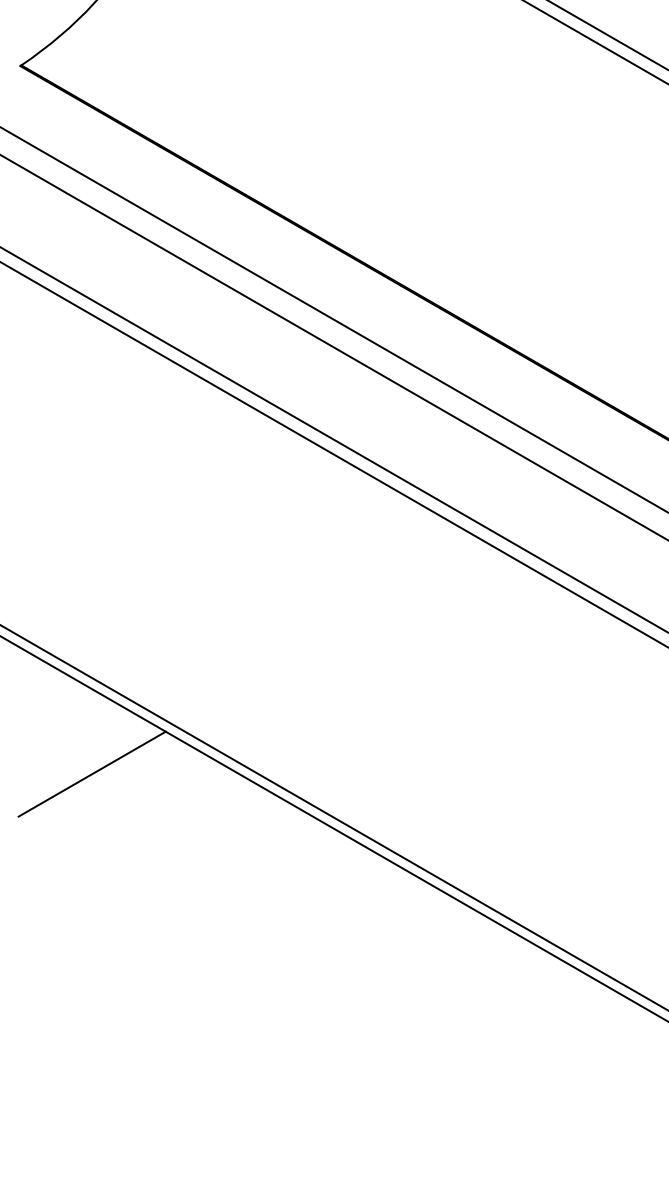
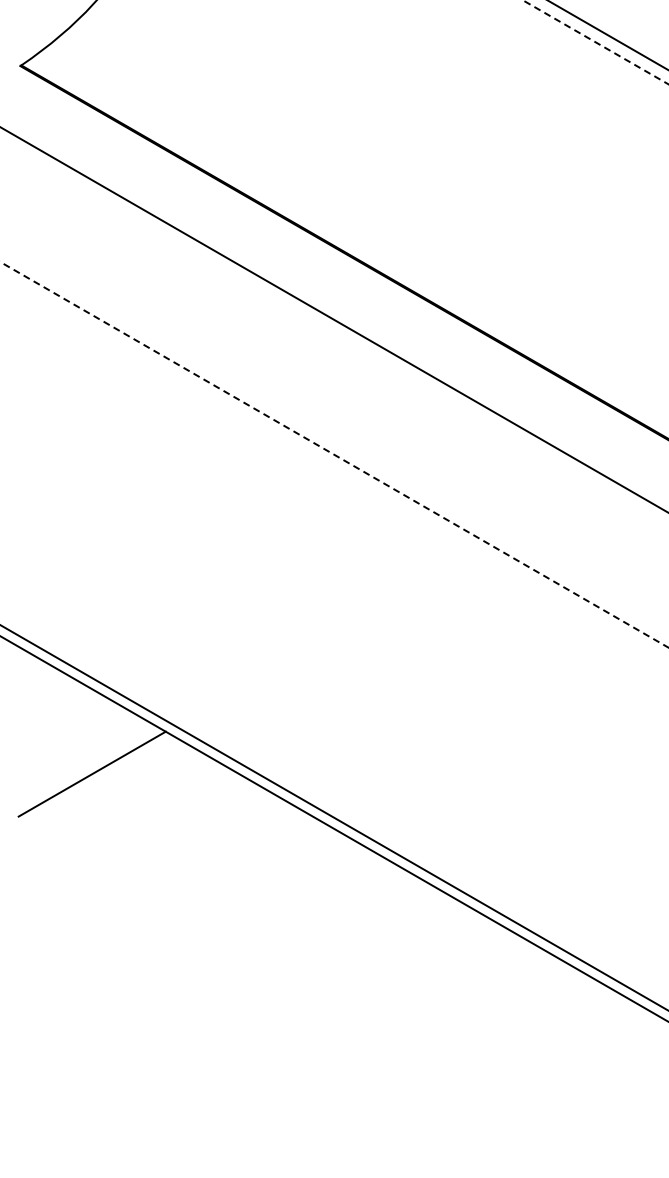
line at (595, 42): solid -> dashed
line at (333, 347): present -> none
line at (333, 439): present -> none
line at (334, 455): solid -> dashed
